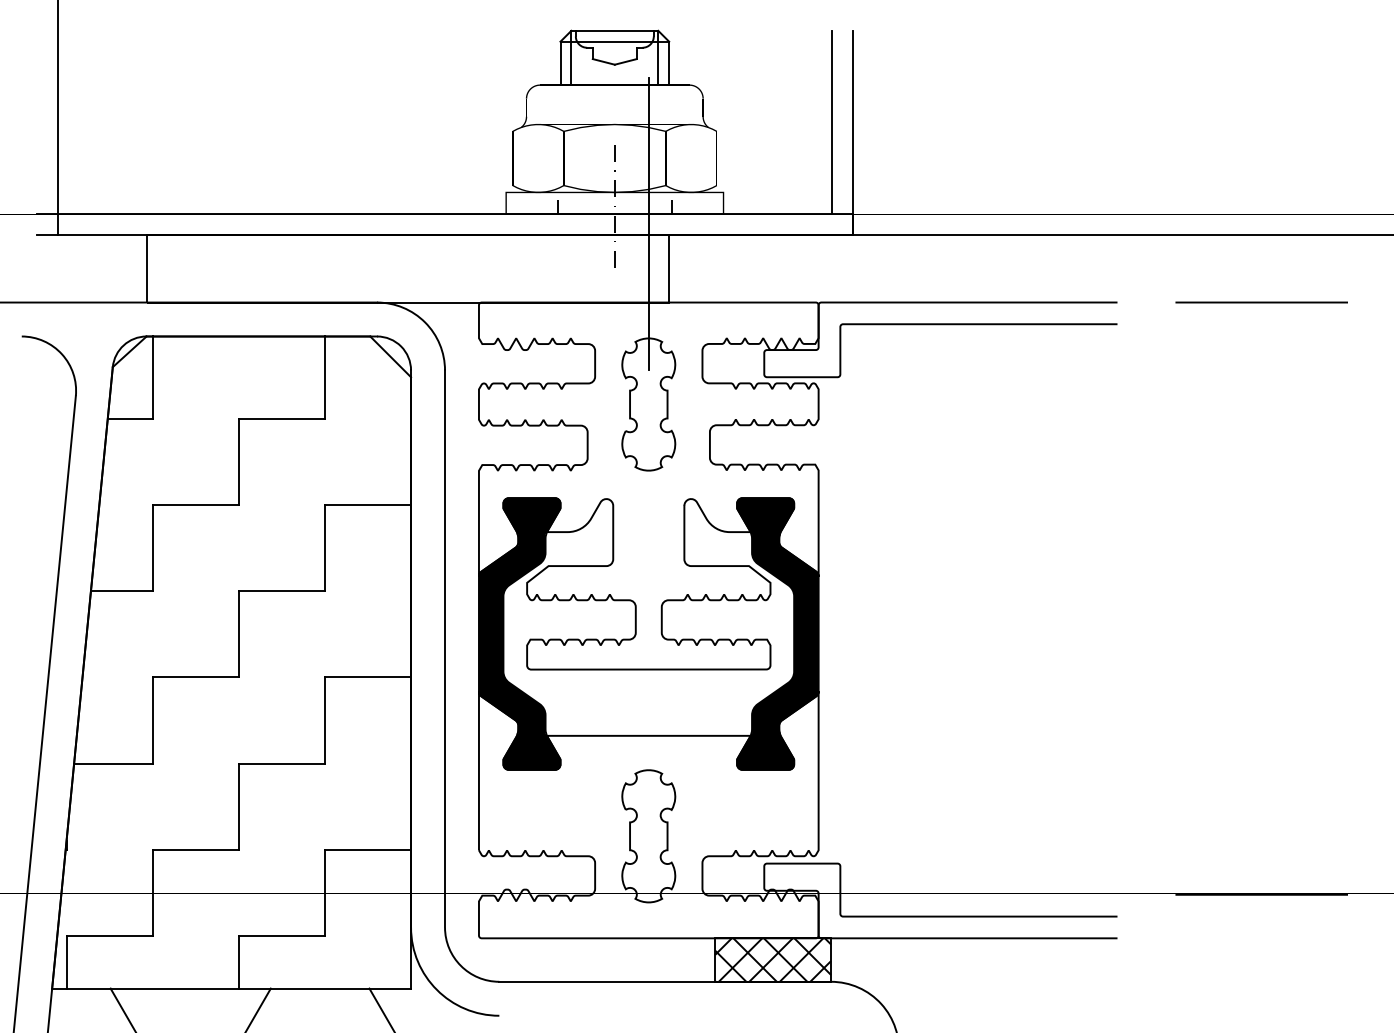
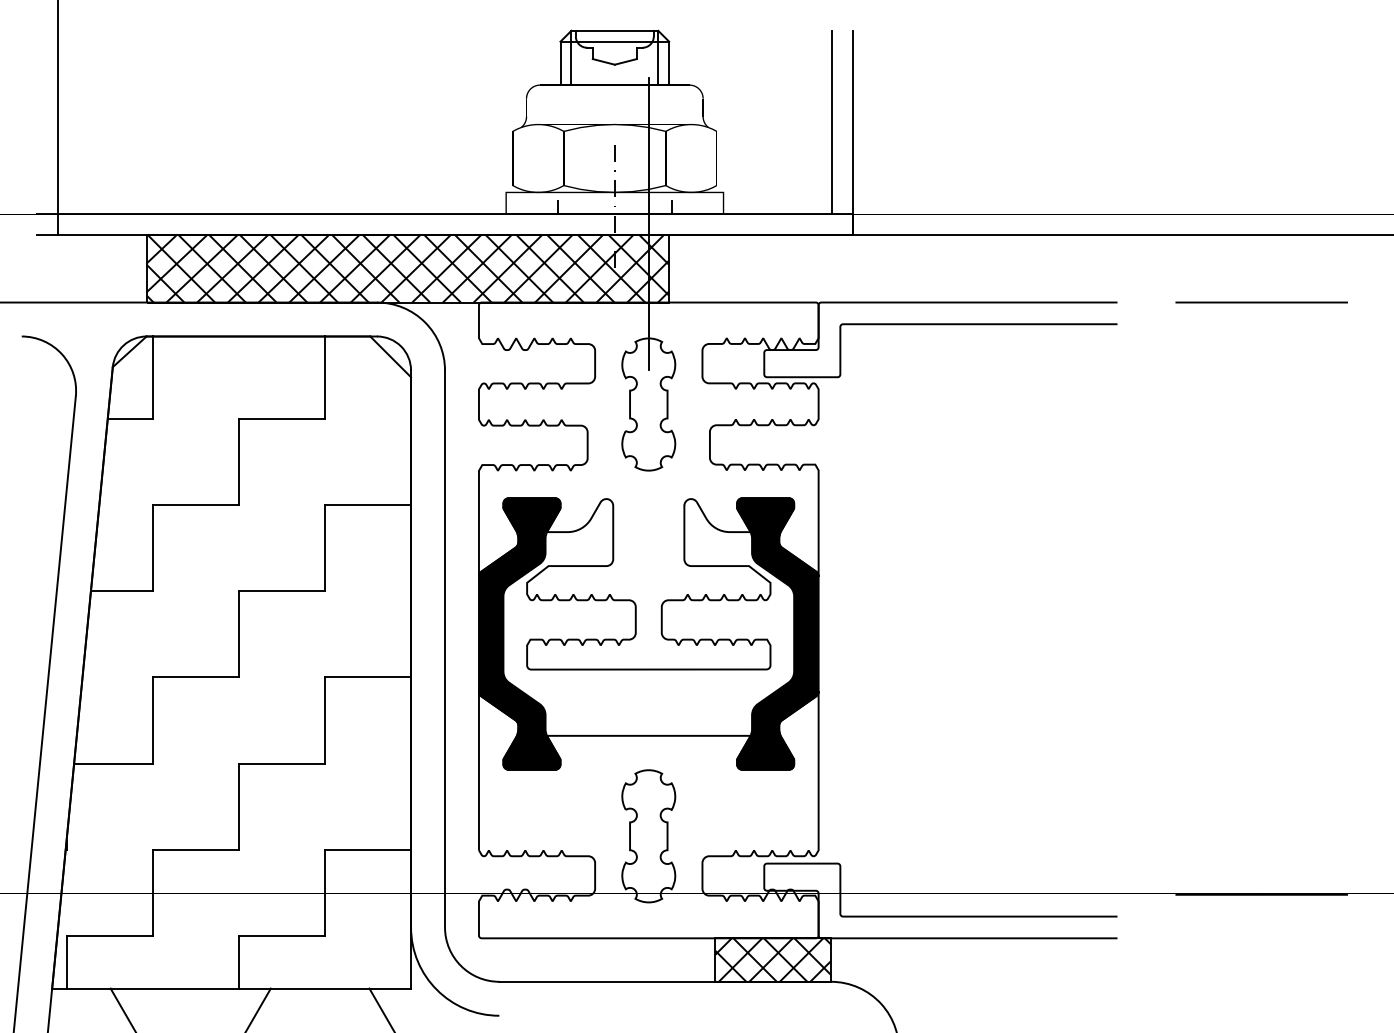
hatch at (407, 268): none -> present
